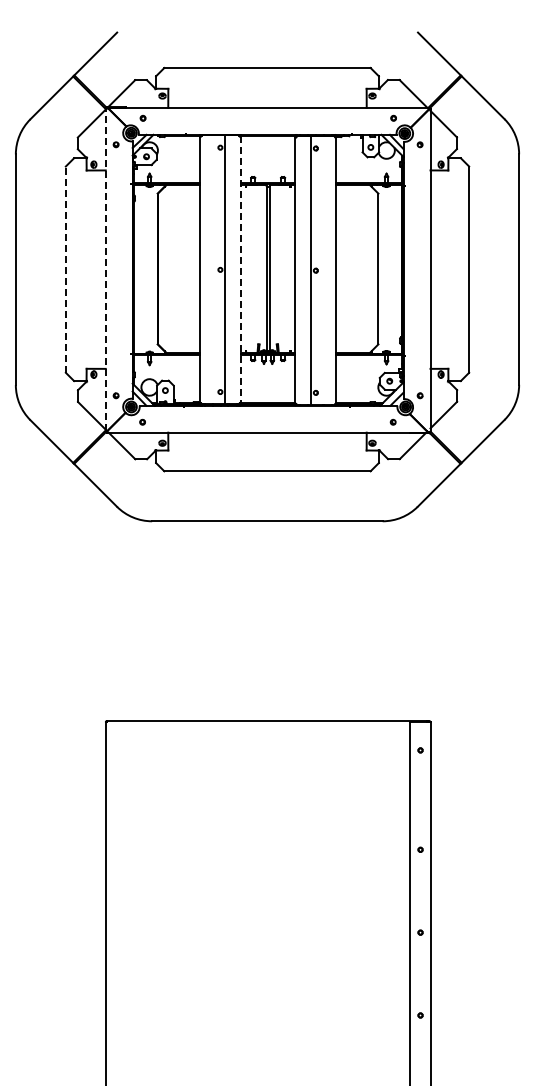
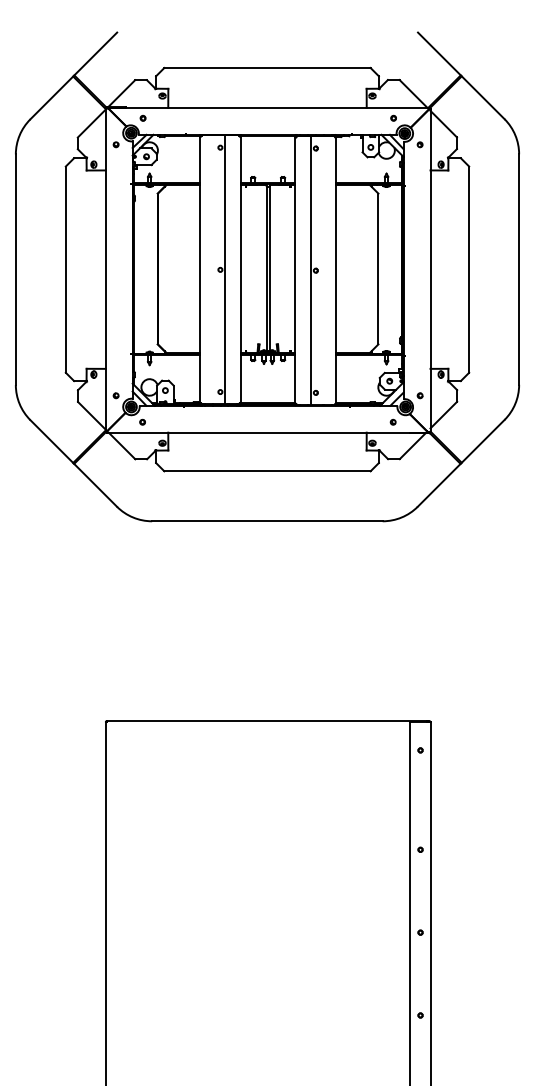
line at (65, 269): dashed -> solid
line at (105, 269): dashed -> solid
line at (241, 269): dashed -> solid
